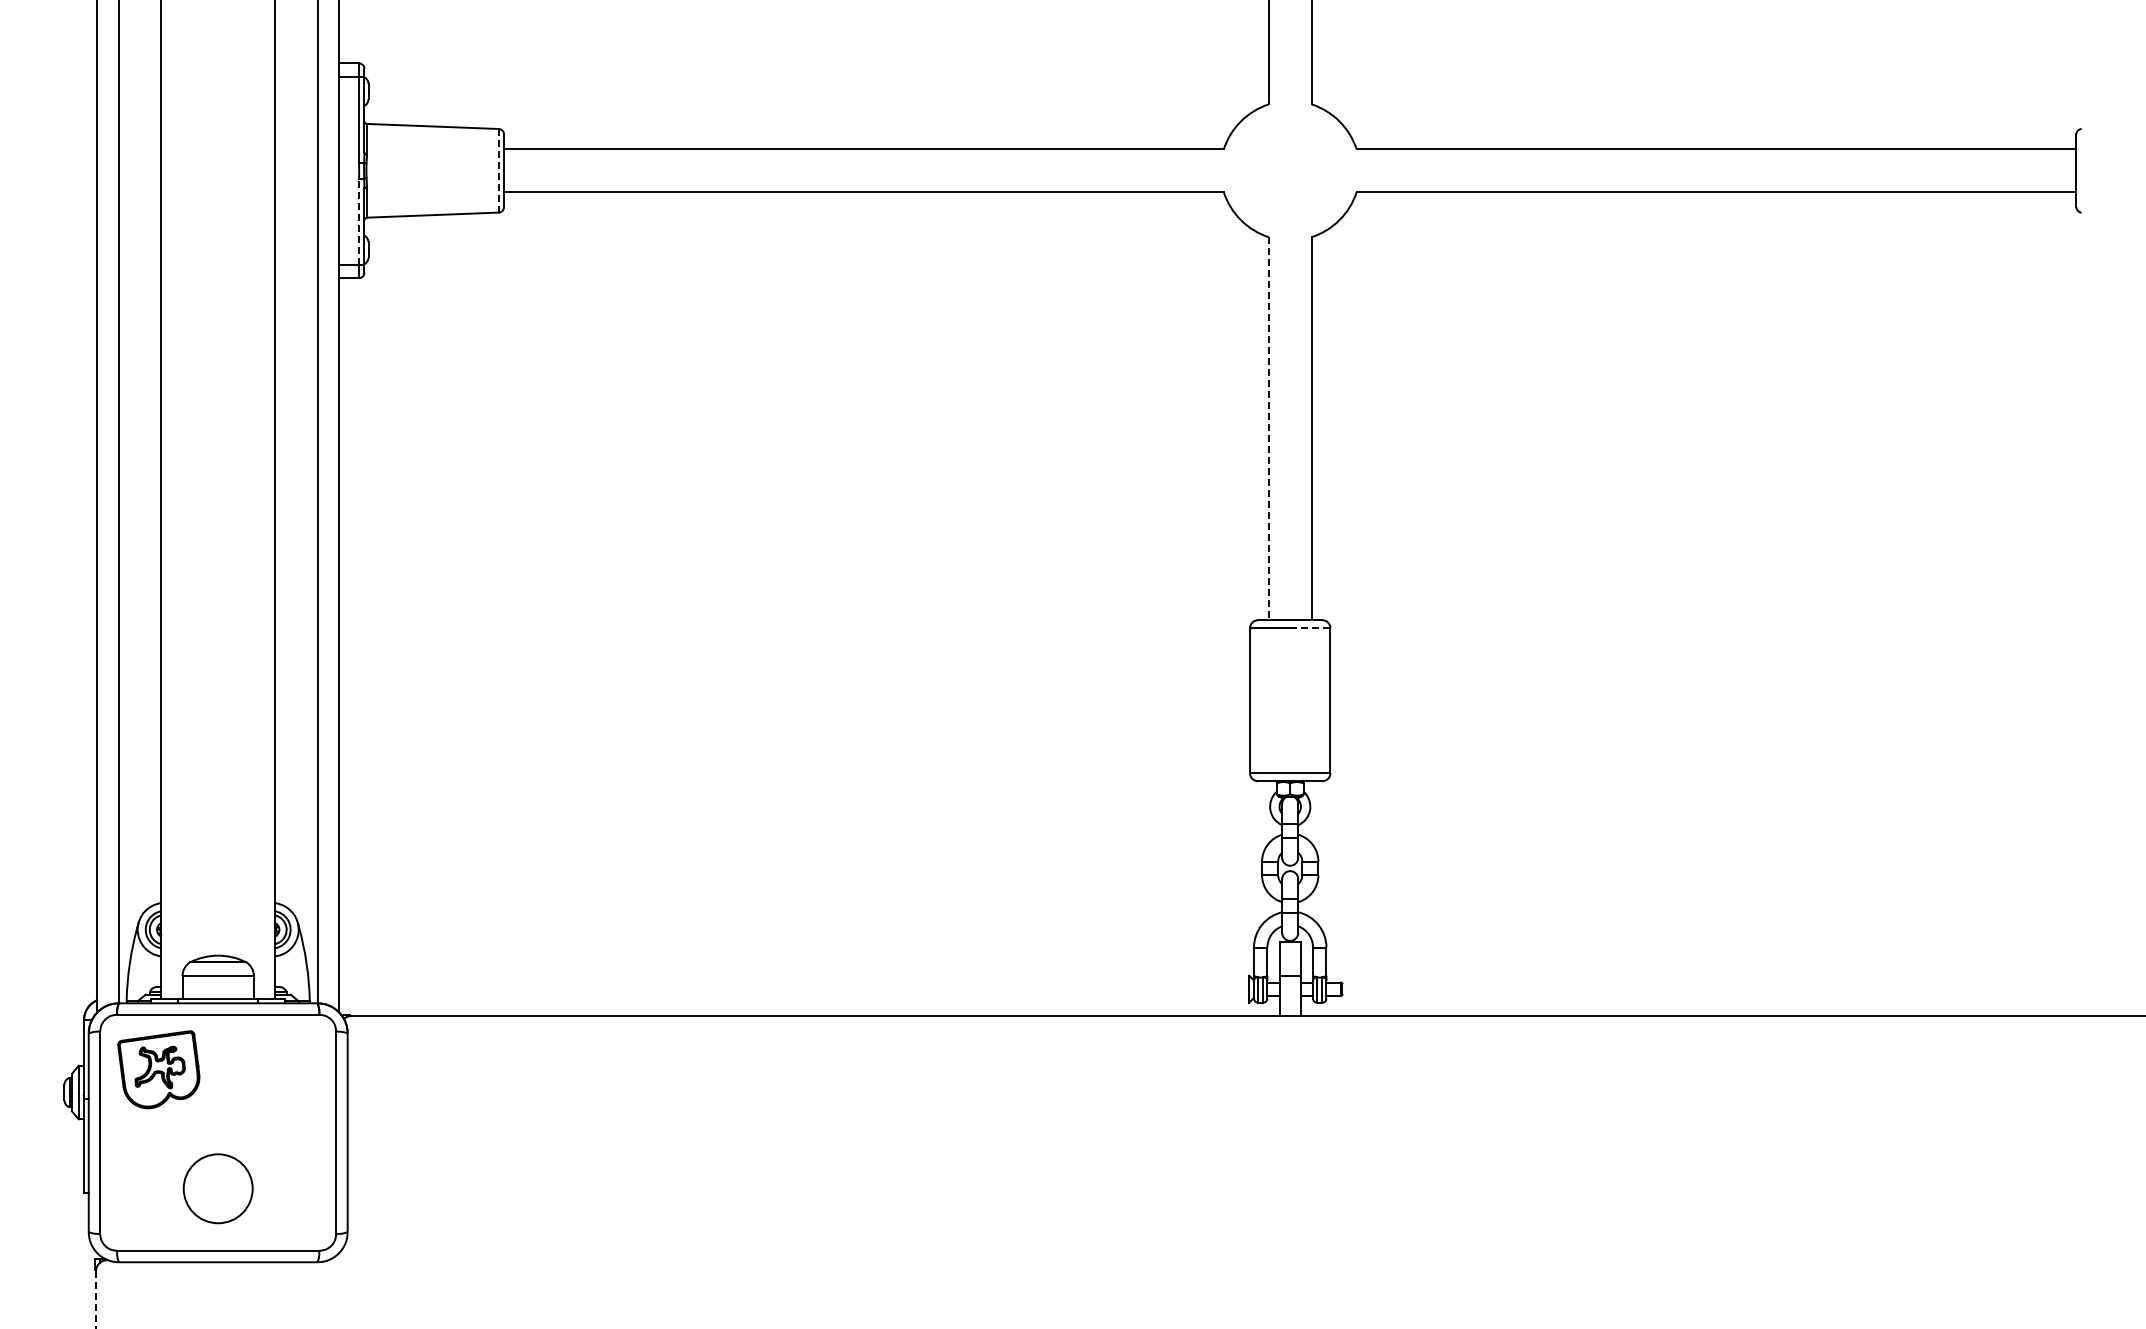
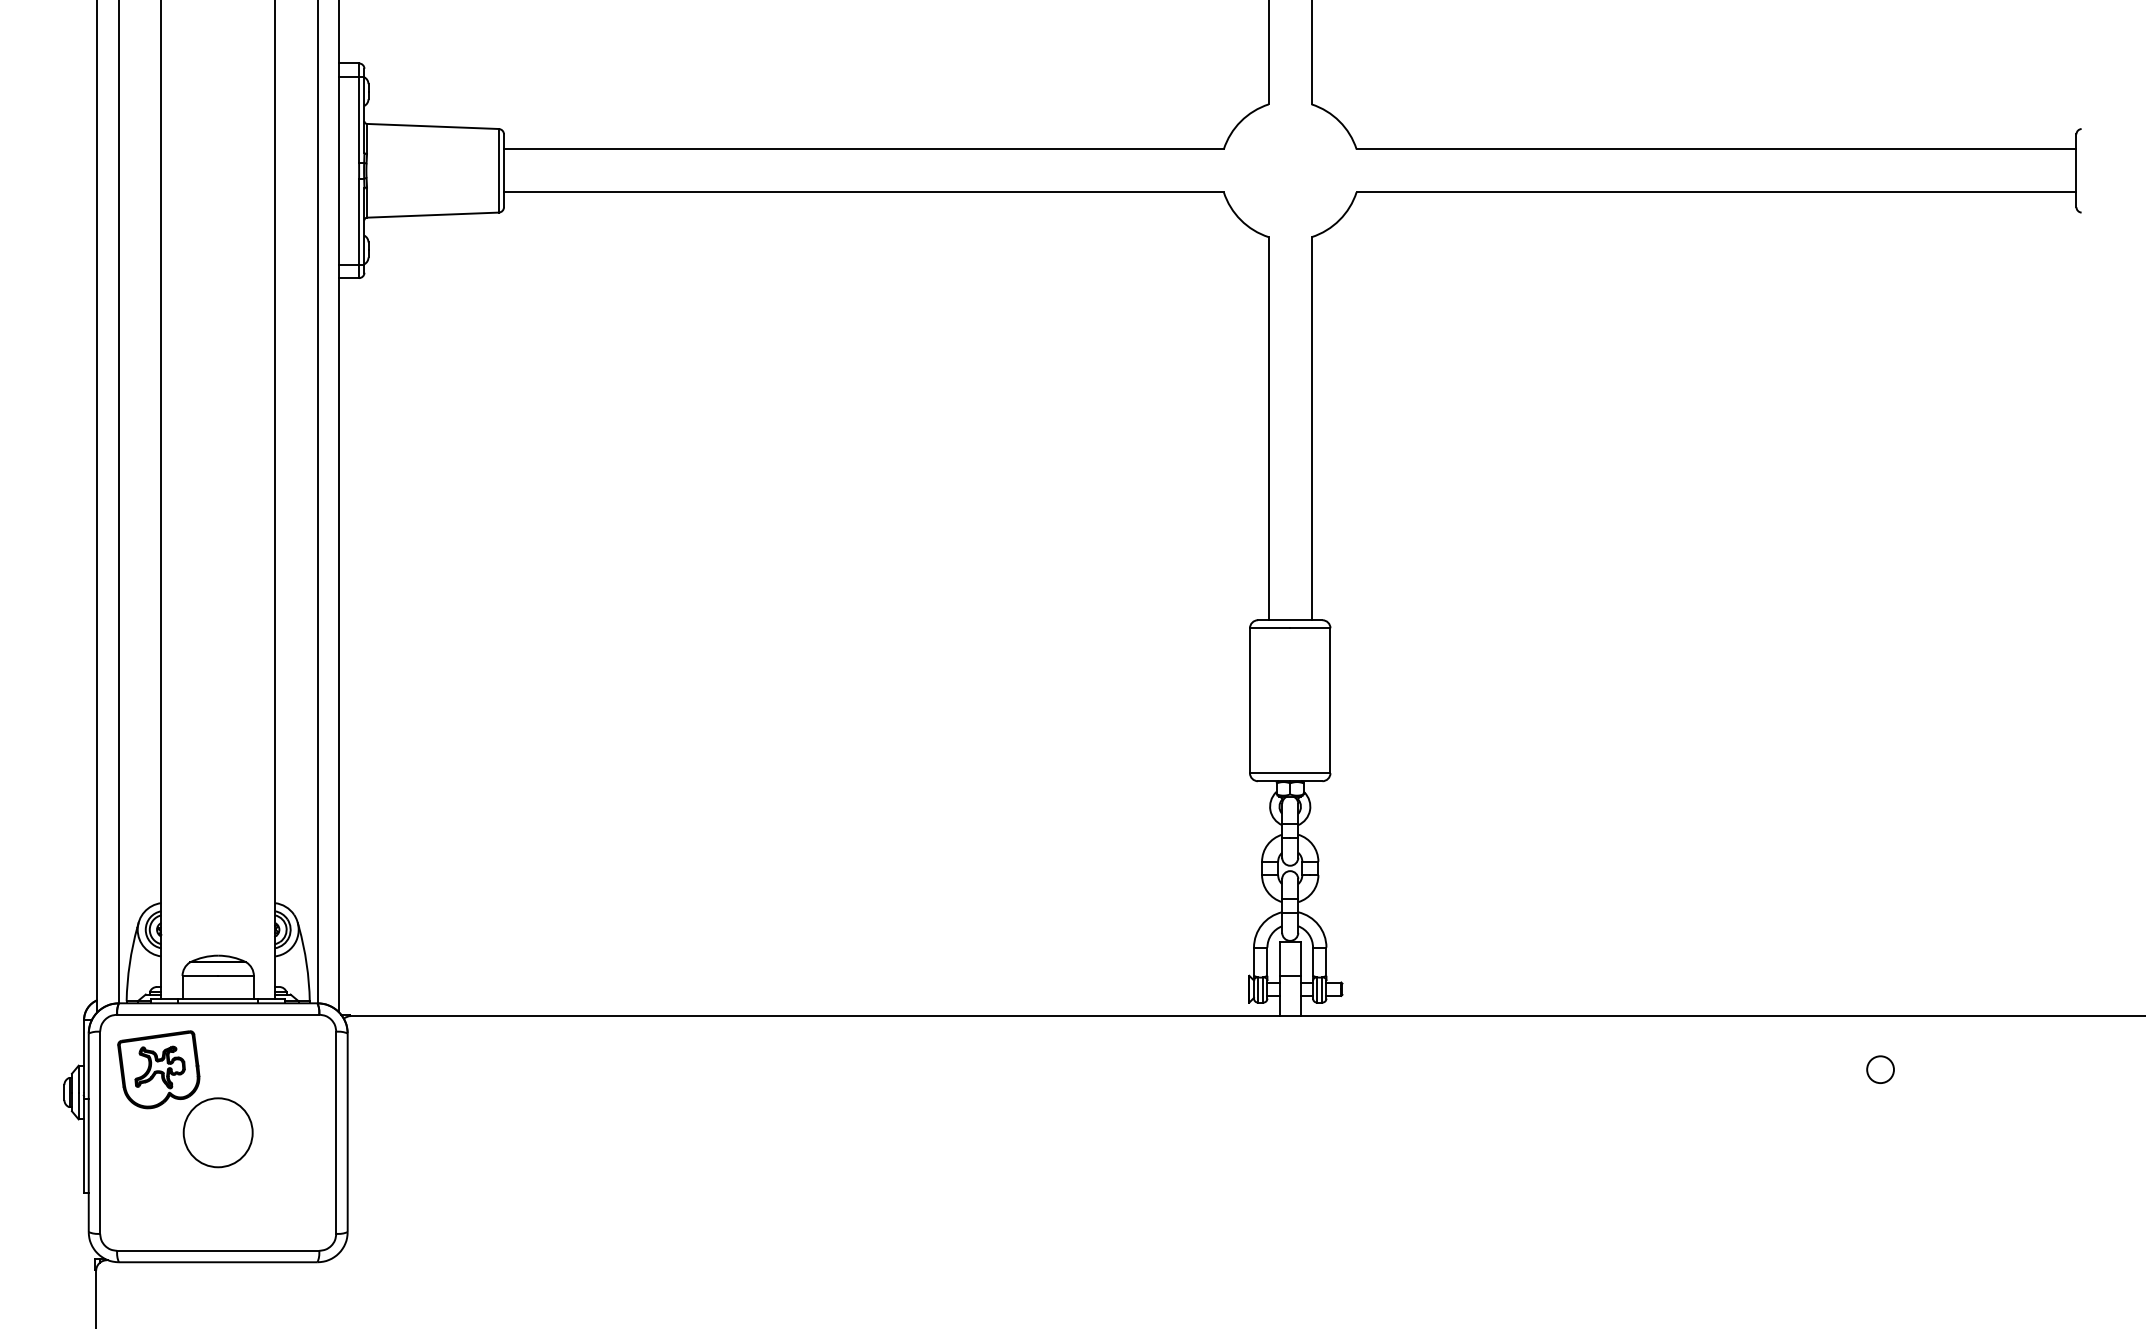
line at (498, 170): dashed -> solid
line at (359, 221): dashed -> solid
line at (1268, 428): dashed -> solid
line at (1310, 628): dashed -> solid
circle at (1880, 1069): none -> present
circle at (217, 1188) position: (217, 1188) -> (217, 1132)
line at (96, 1299): dashed -> solid
